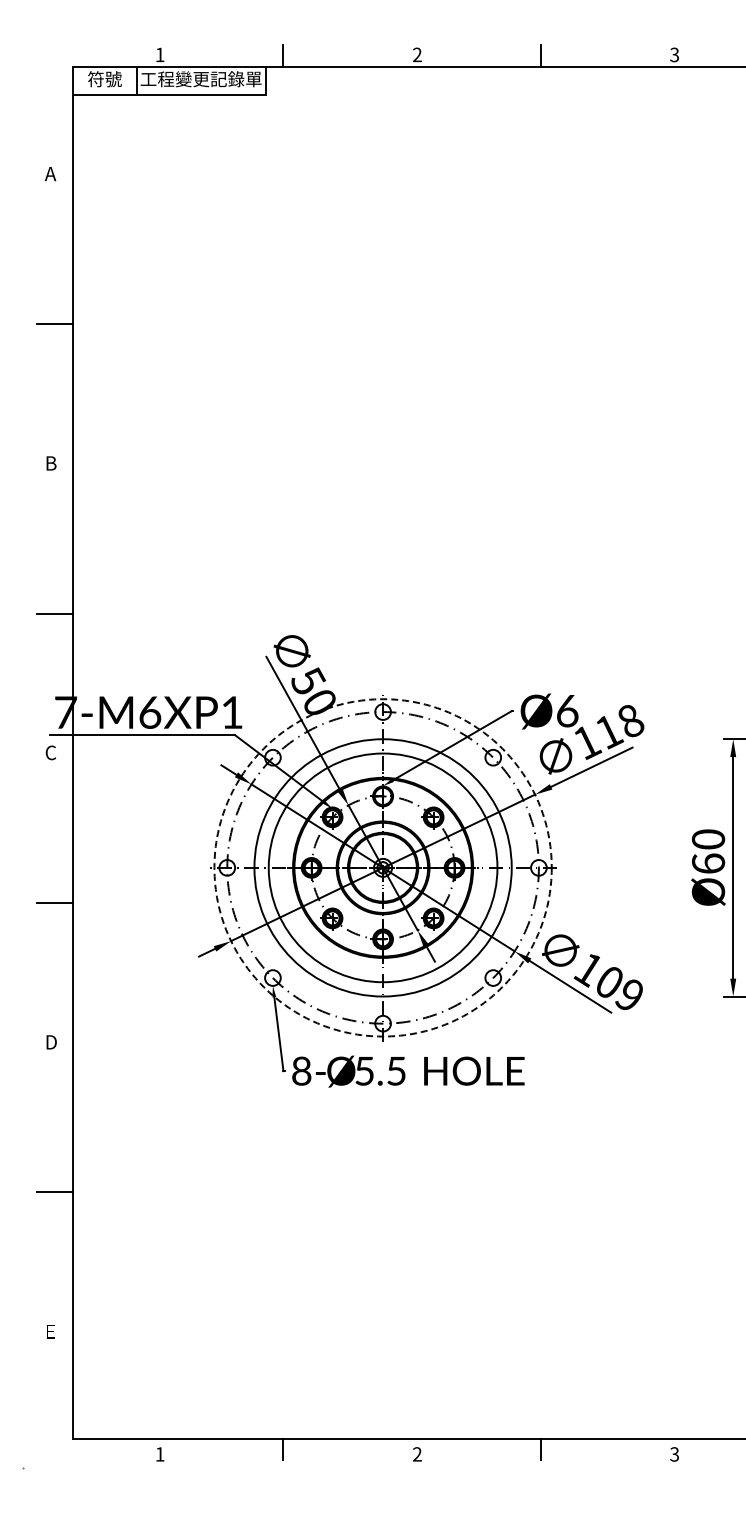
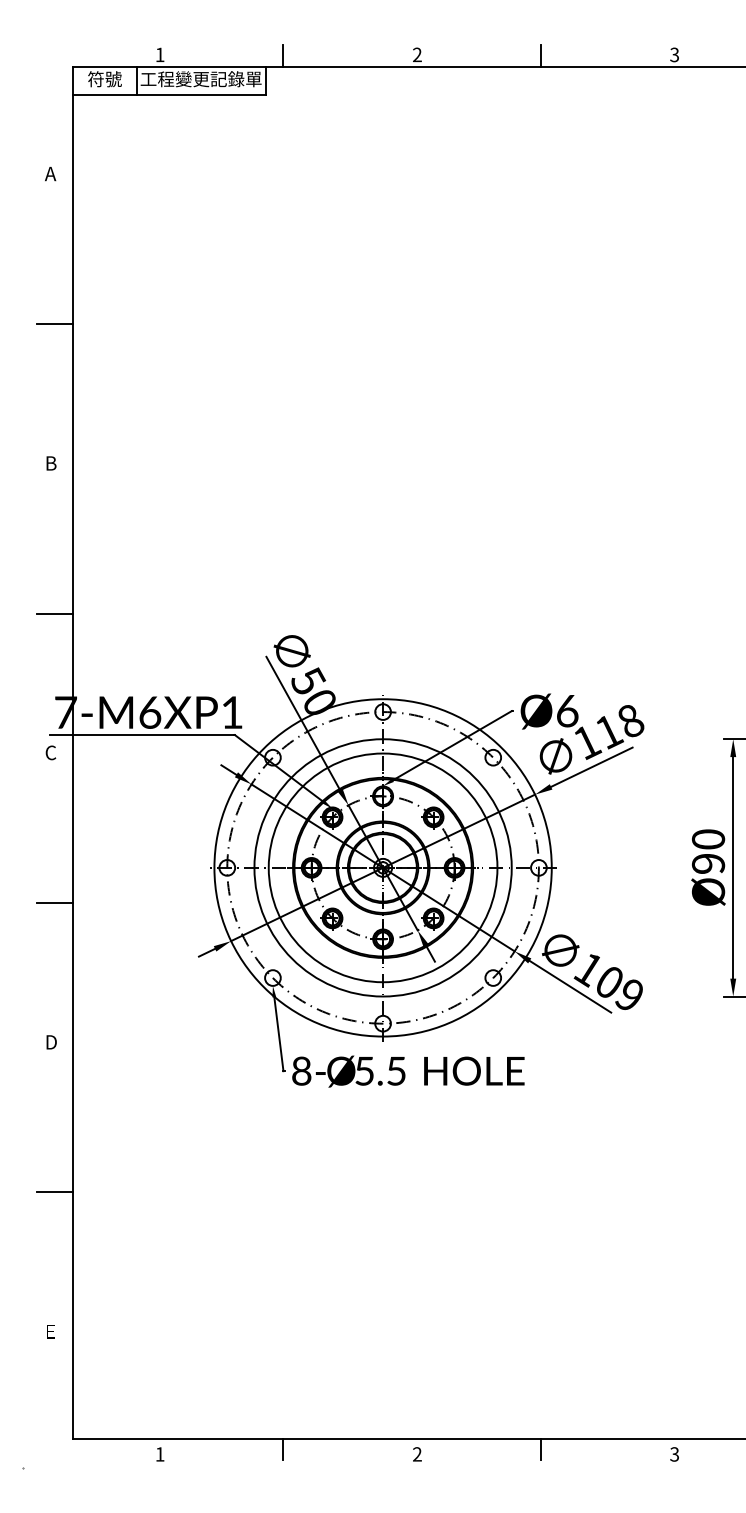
text at (708, 863): Ø60 -> Ø90
circle at (382, 867): dashed -> solid
